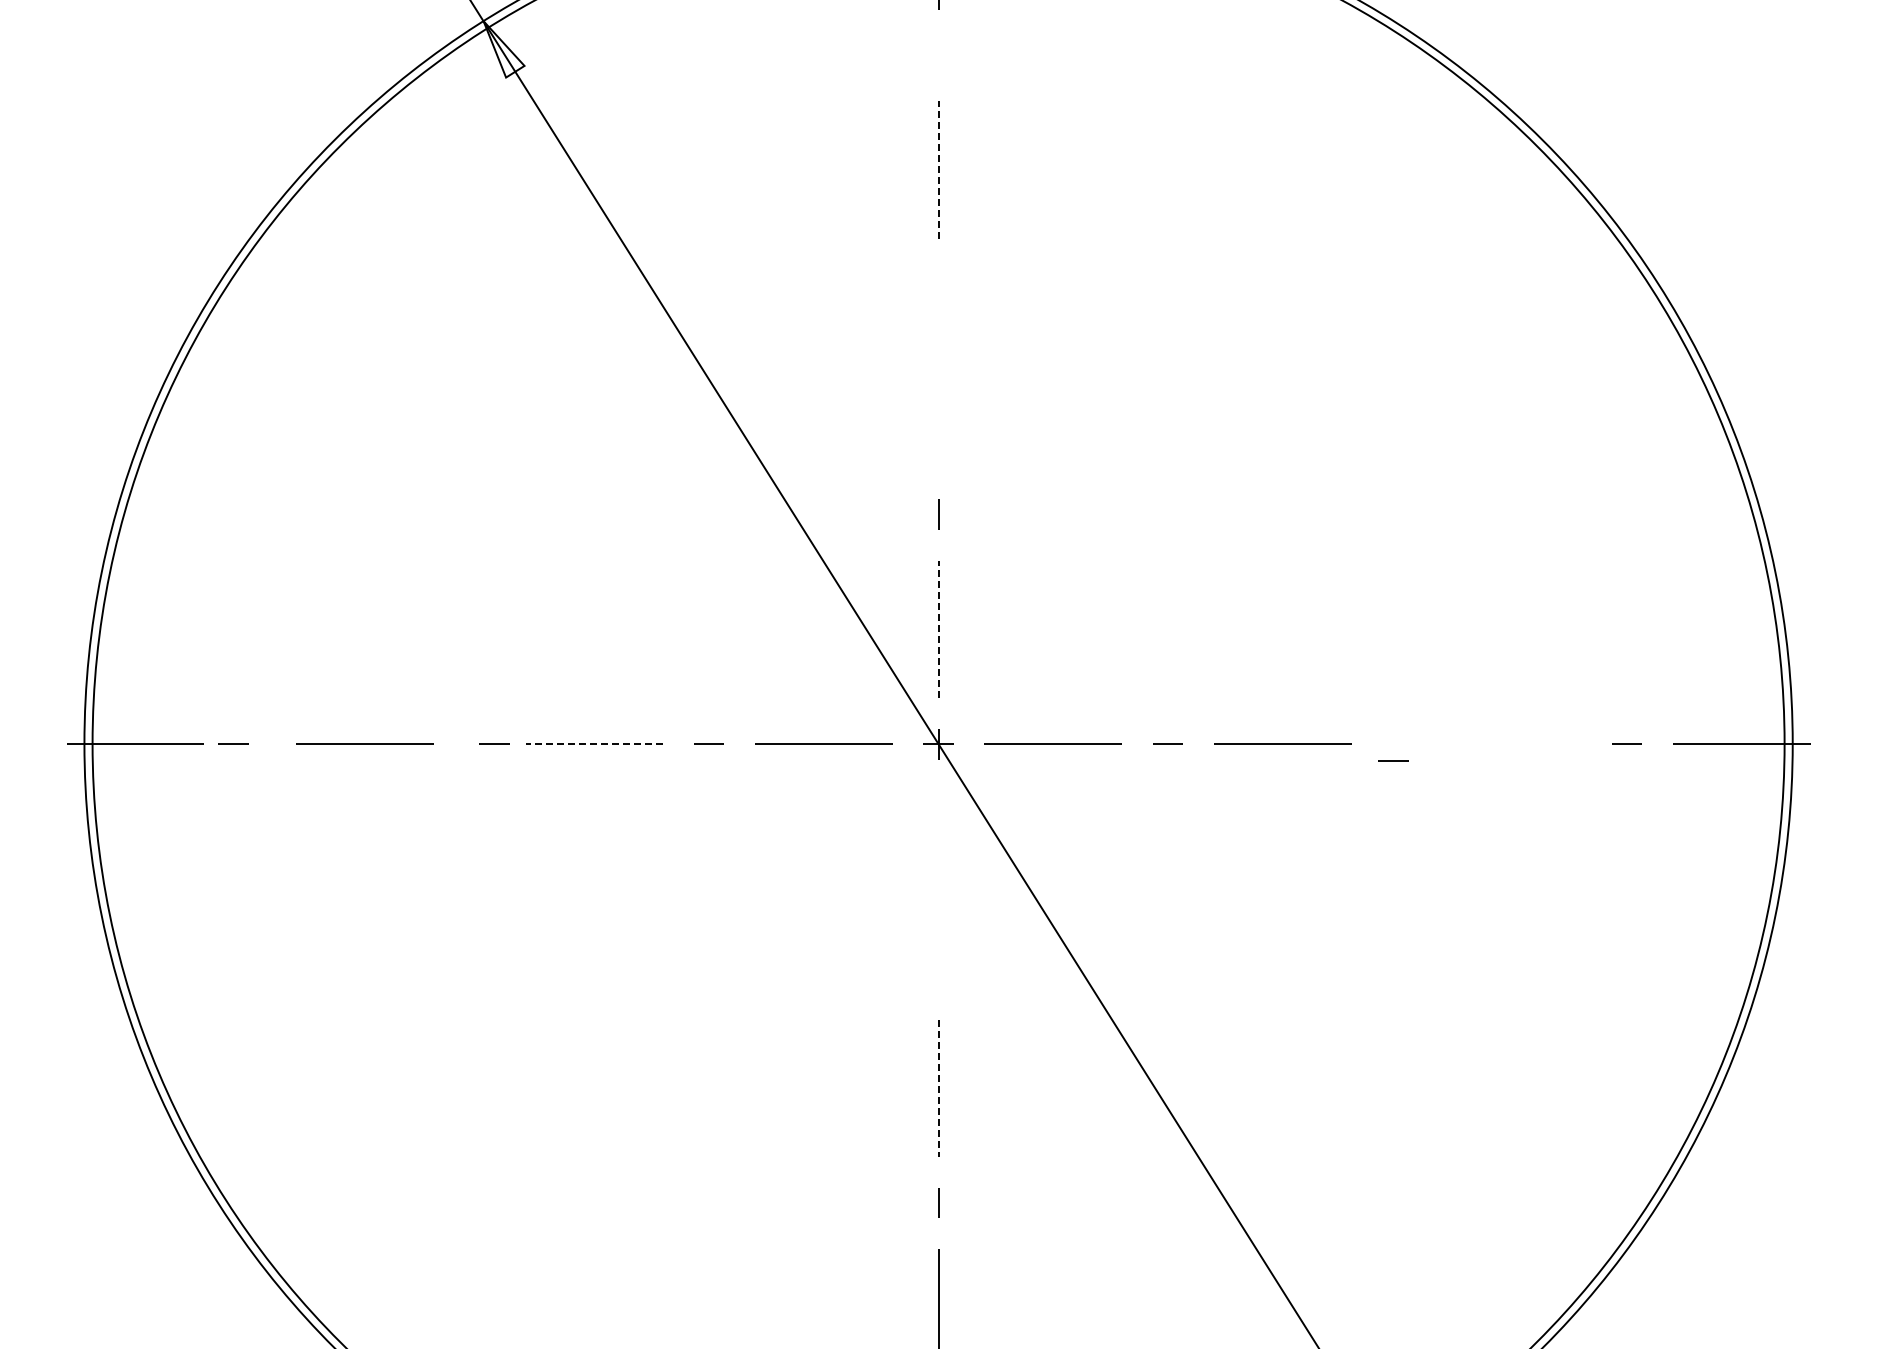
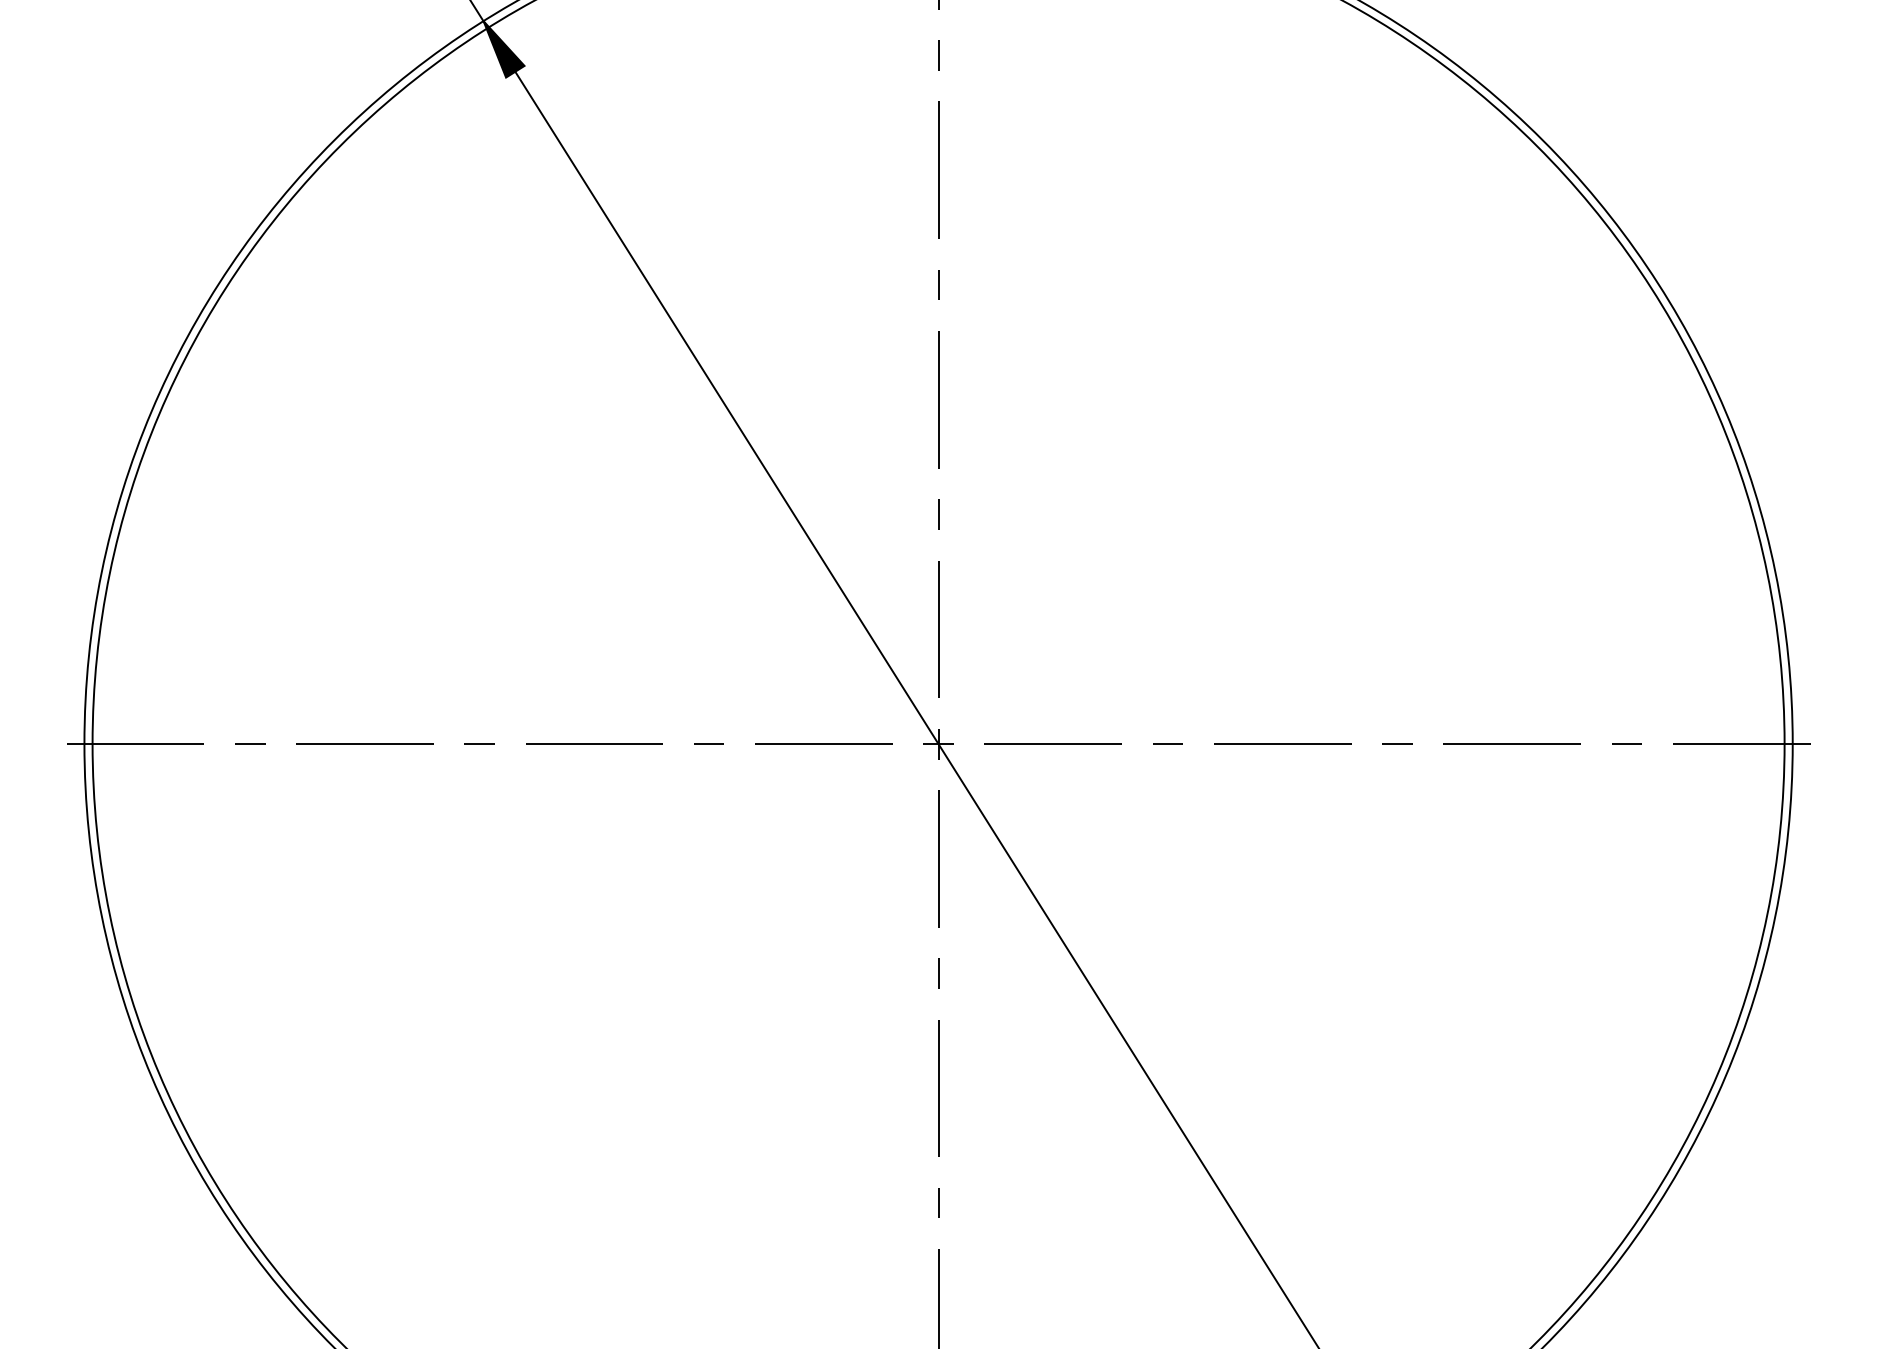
fill at (503, 49): none -> present
line at (938, 55): none -> present
line at (938, 170): dashed -> solid
line at (938, 284): none -> present
line at (938, 399): none -> present
line at (938, 629): dashed -> solid
line at (233, 743) position: (233, 743) -> (250, 743)
line at (494, 743) position: (494, 743) -> (479, 743)
line at (1511, 743): none -> present
line at (594, 744): dashed -> solid
line at (1393, 760) position: (1393, 760) -> (1397, 743)
line at (938, 858): none -> present
line at (938, 973): none -> present
line at (938, 1088): dashed -> solid
